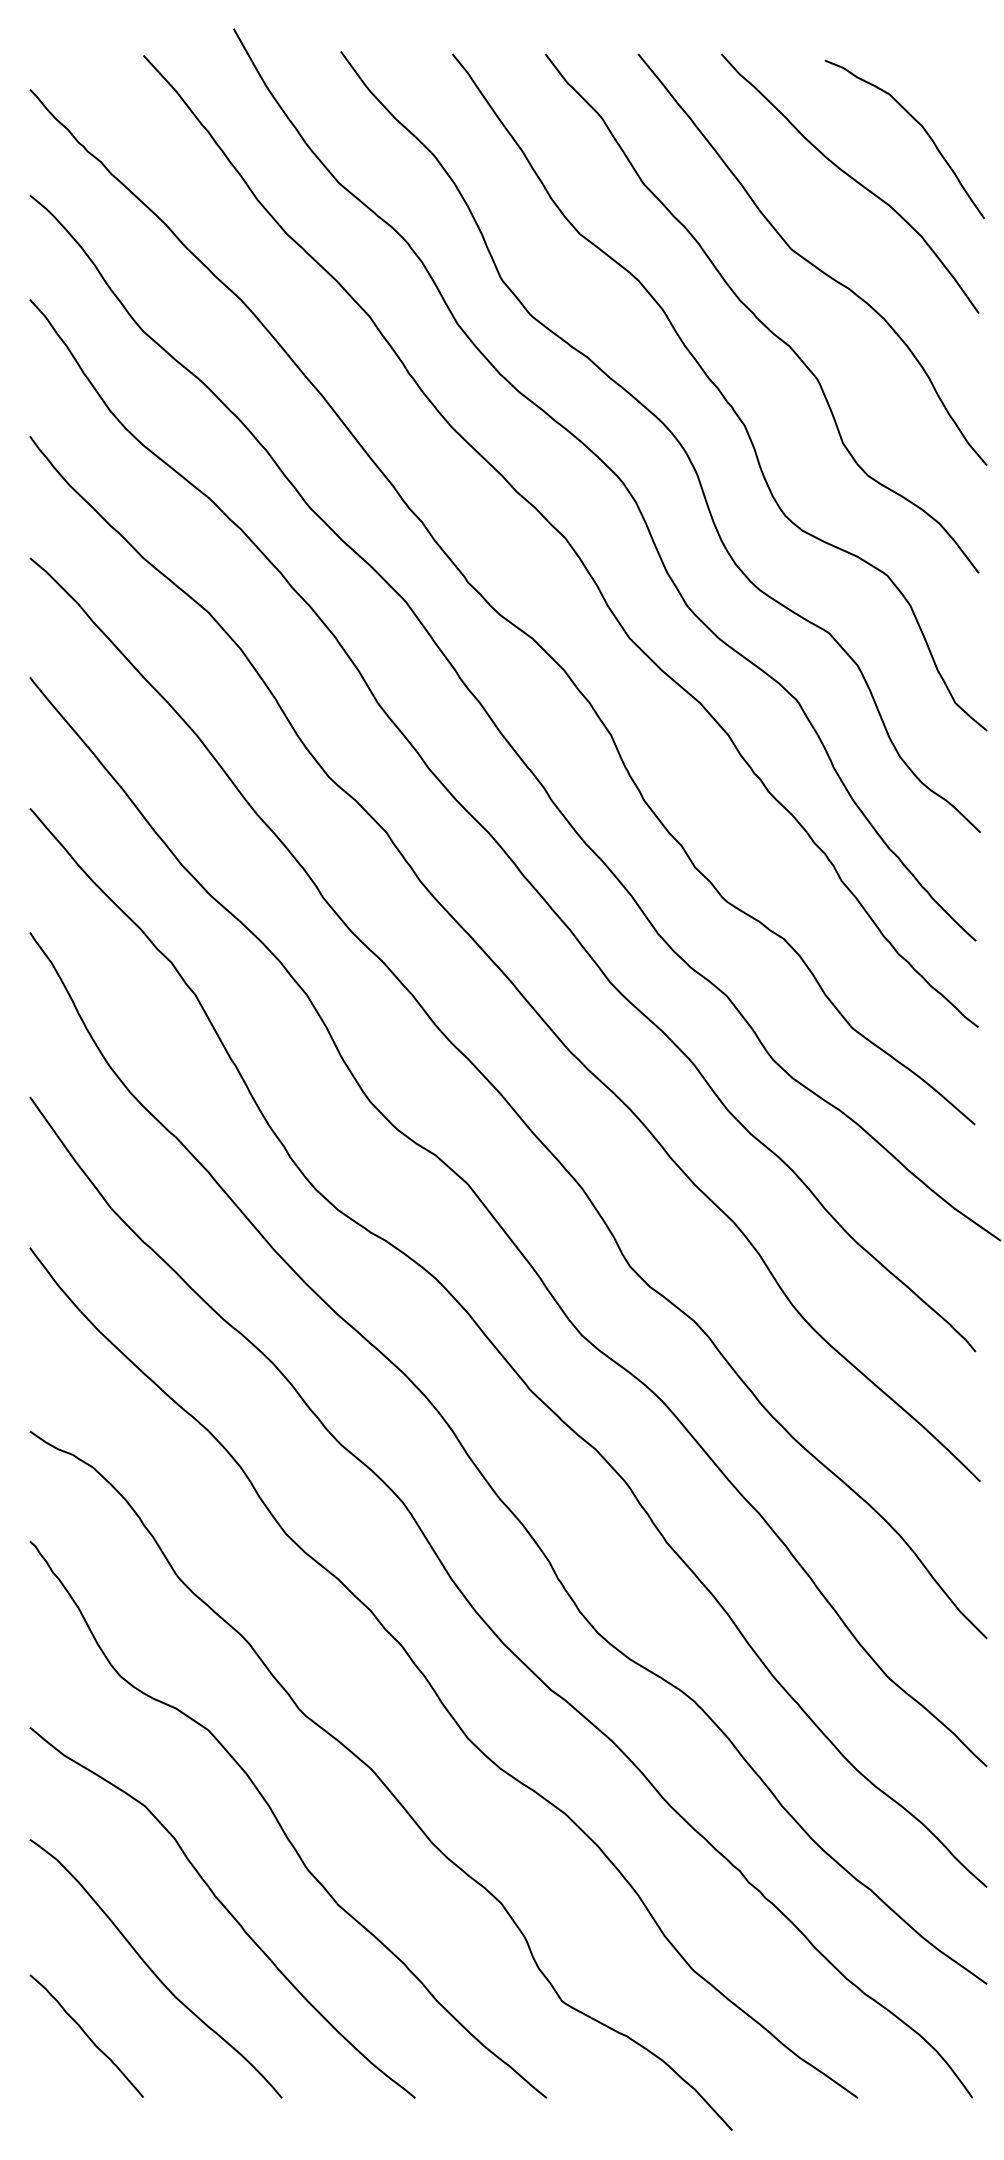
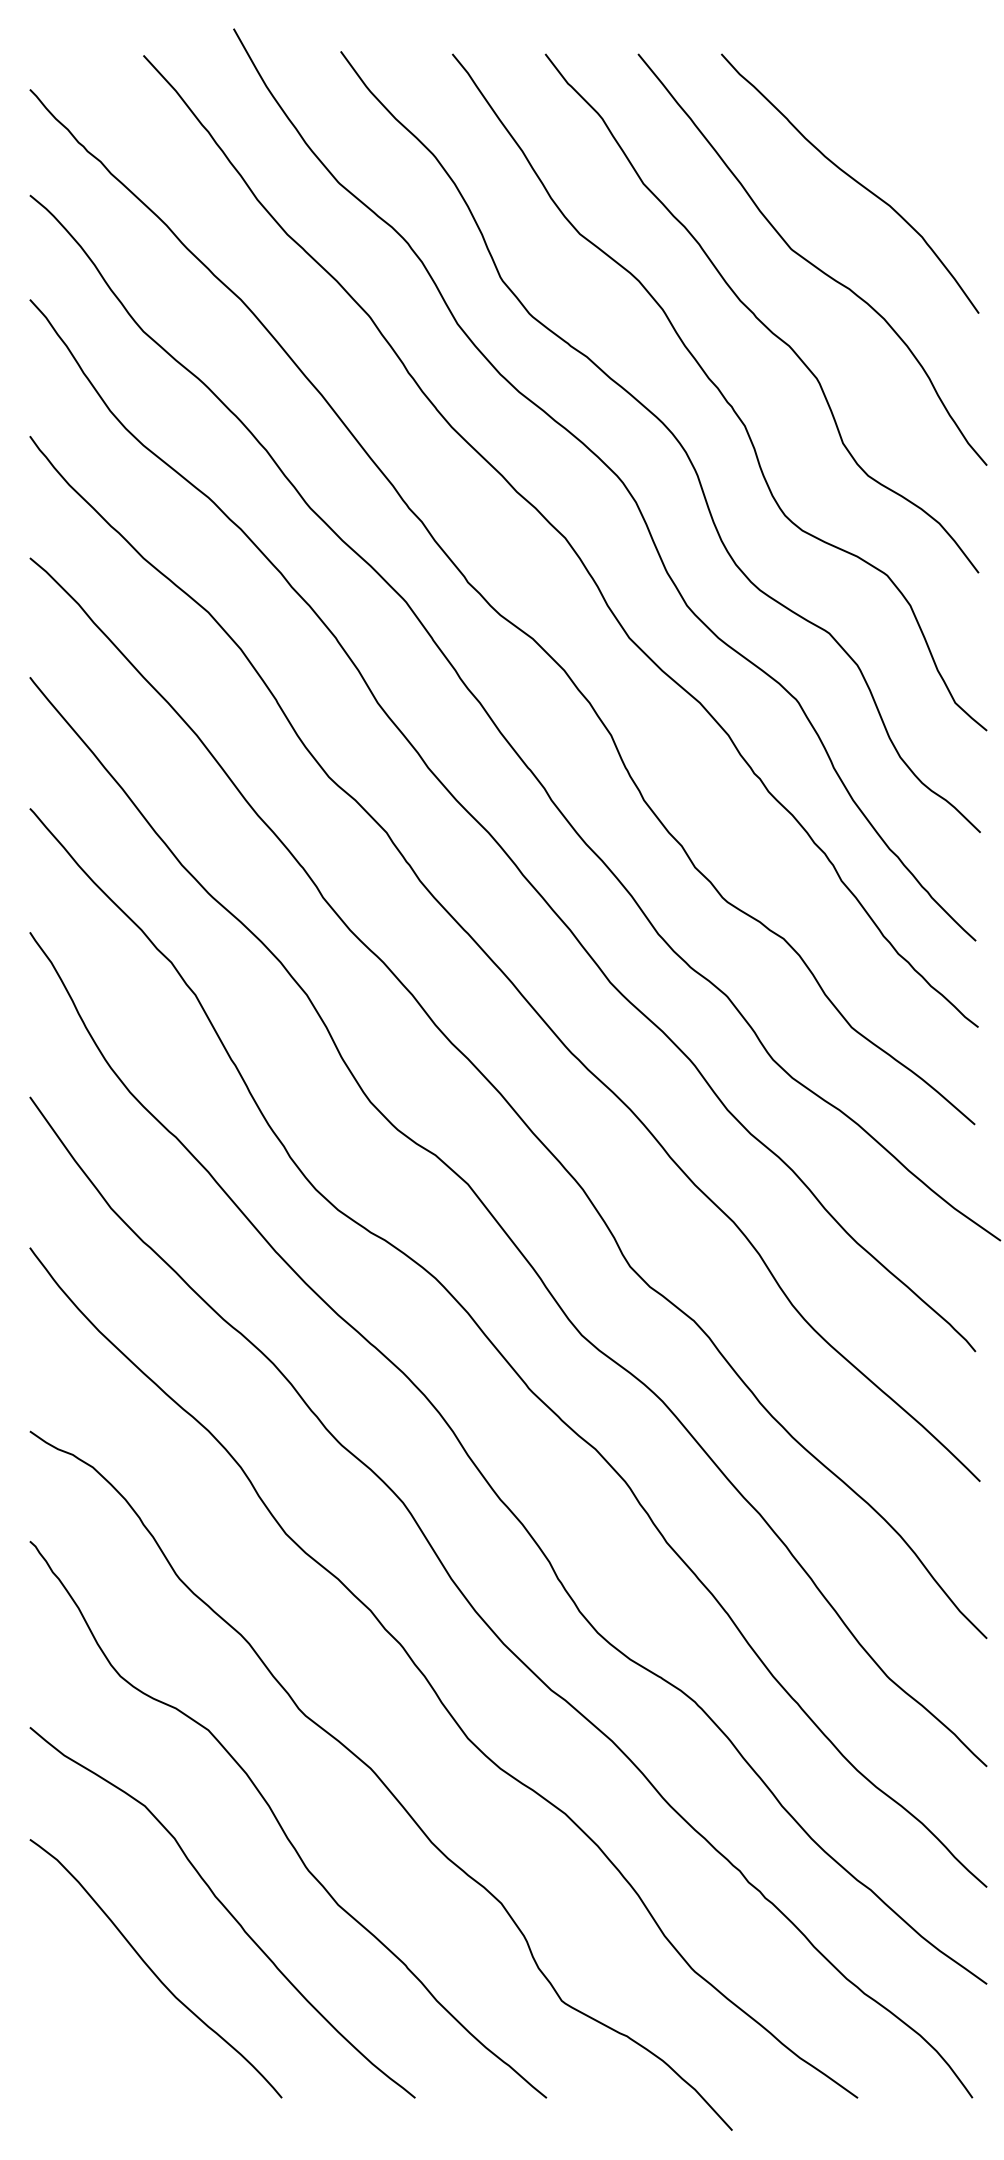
curve at (918, 124): present -> none
curve at (86, 2035): present -> none
